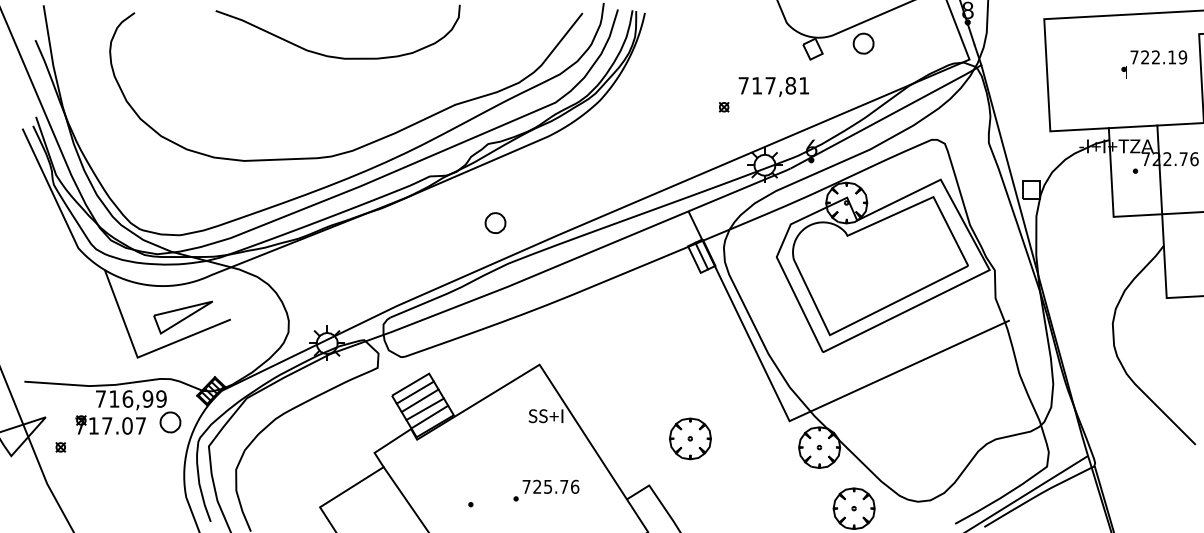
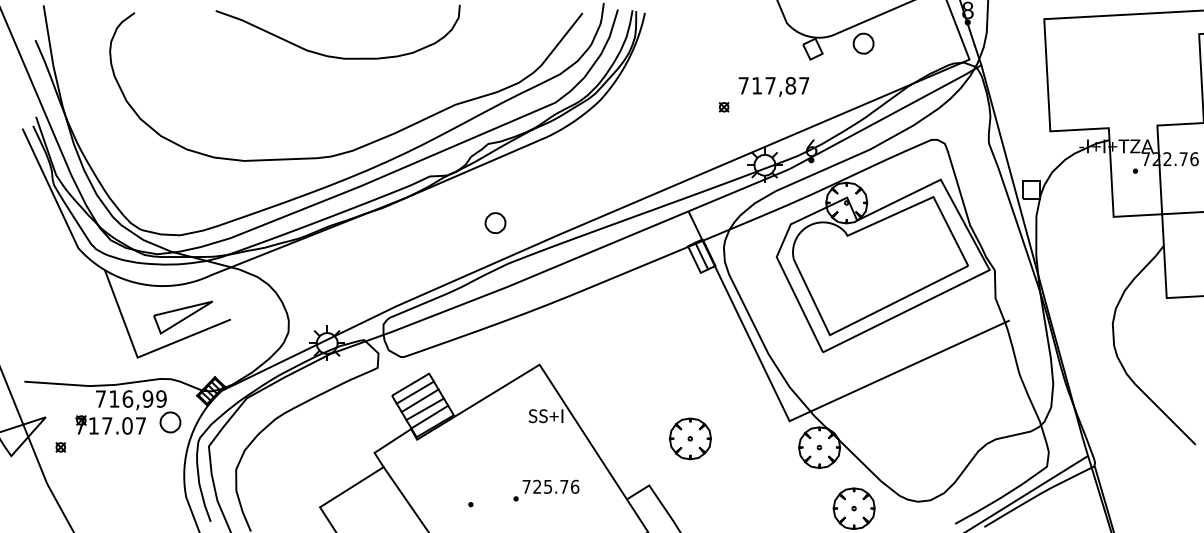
part at (1154, 64): present -> none
text at (804, 85): 717,81 -> 717,87
line at (1132, 126): present -> none
